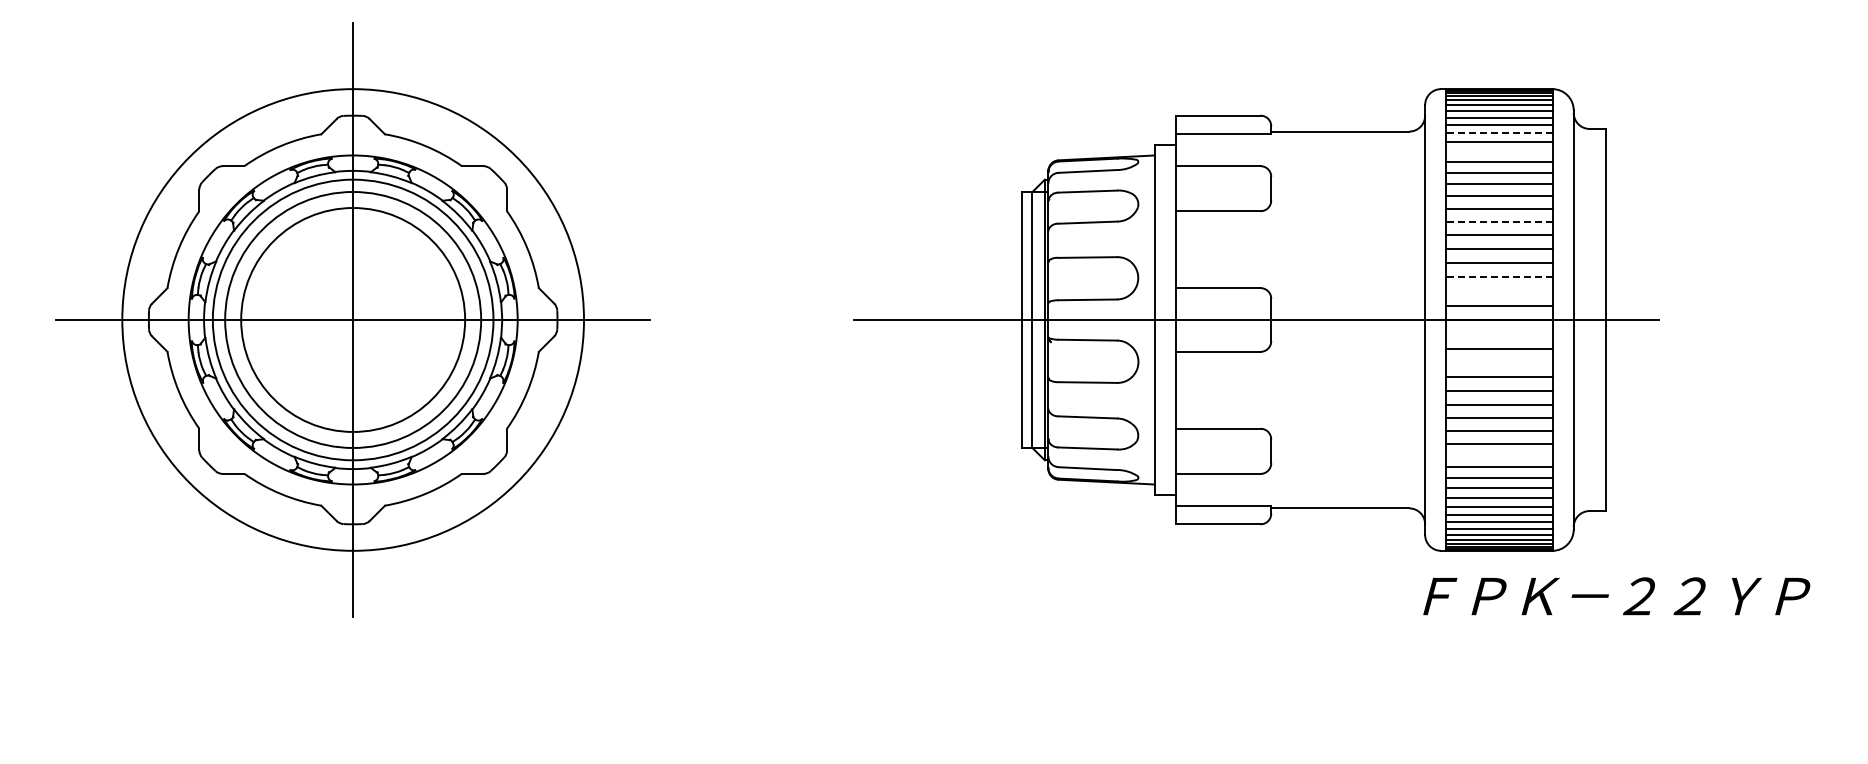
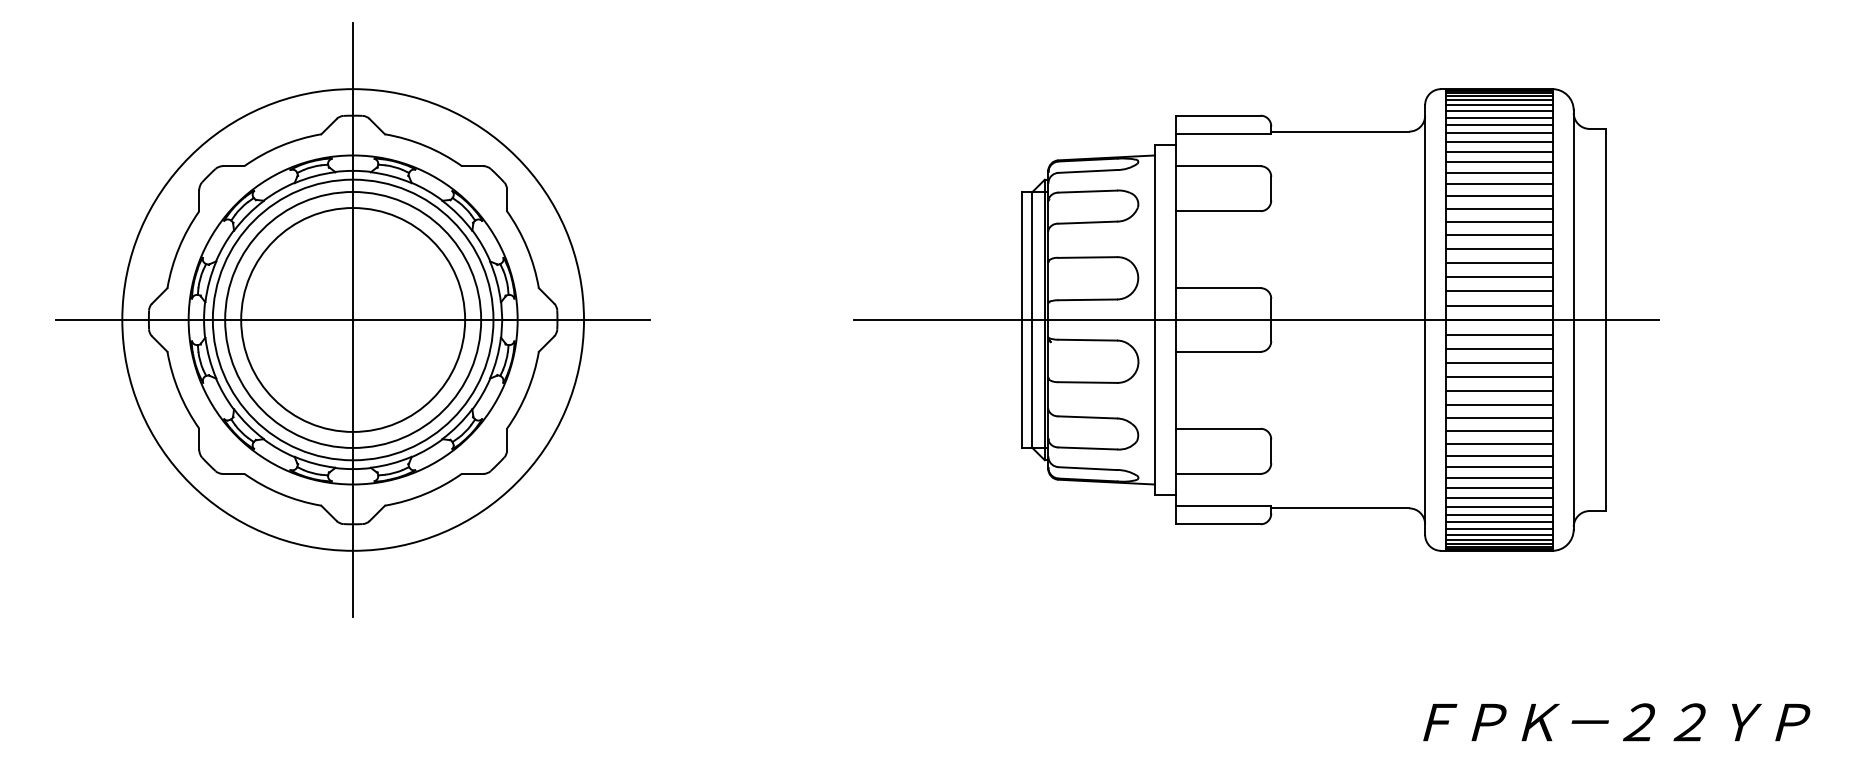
line at (1498, 133): dashed -> solid
line at (1499, 151): none -> present
line at (1498, 221): dashed -> solid
line at (1498, 276): dashed -> solid
line at (1499, 291): none -> present
line at (1499, 334): none -> present
line at (1499, 363): none -> present
line at (1499, 455): none -> present
text at (1616, 596) position: (1616, 596) -> (1616, 722)
